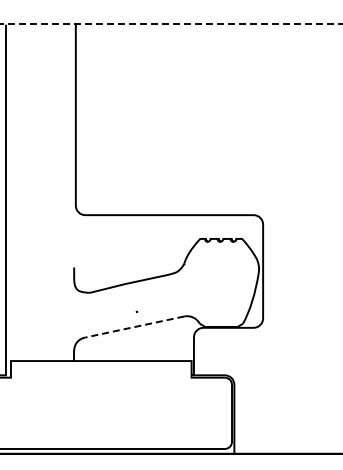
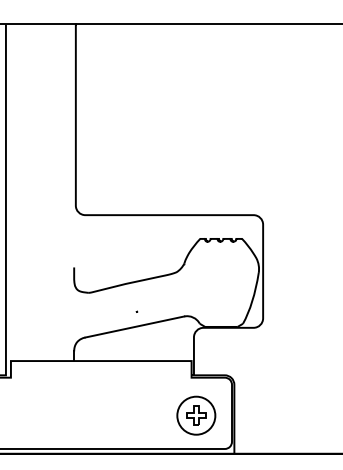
line at (171, 23): dashed -> solid
line at (134, 327): dashed -> solid
part at (196, 415): none -> present
